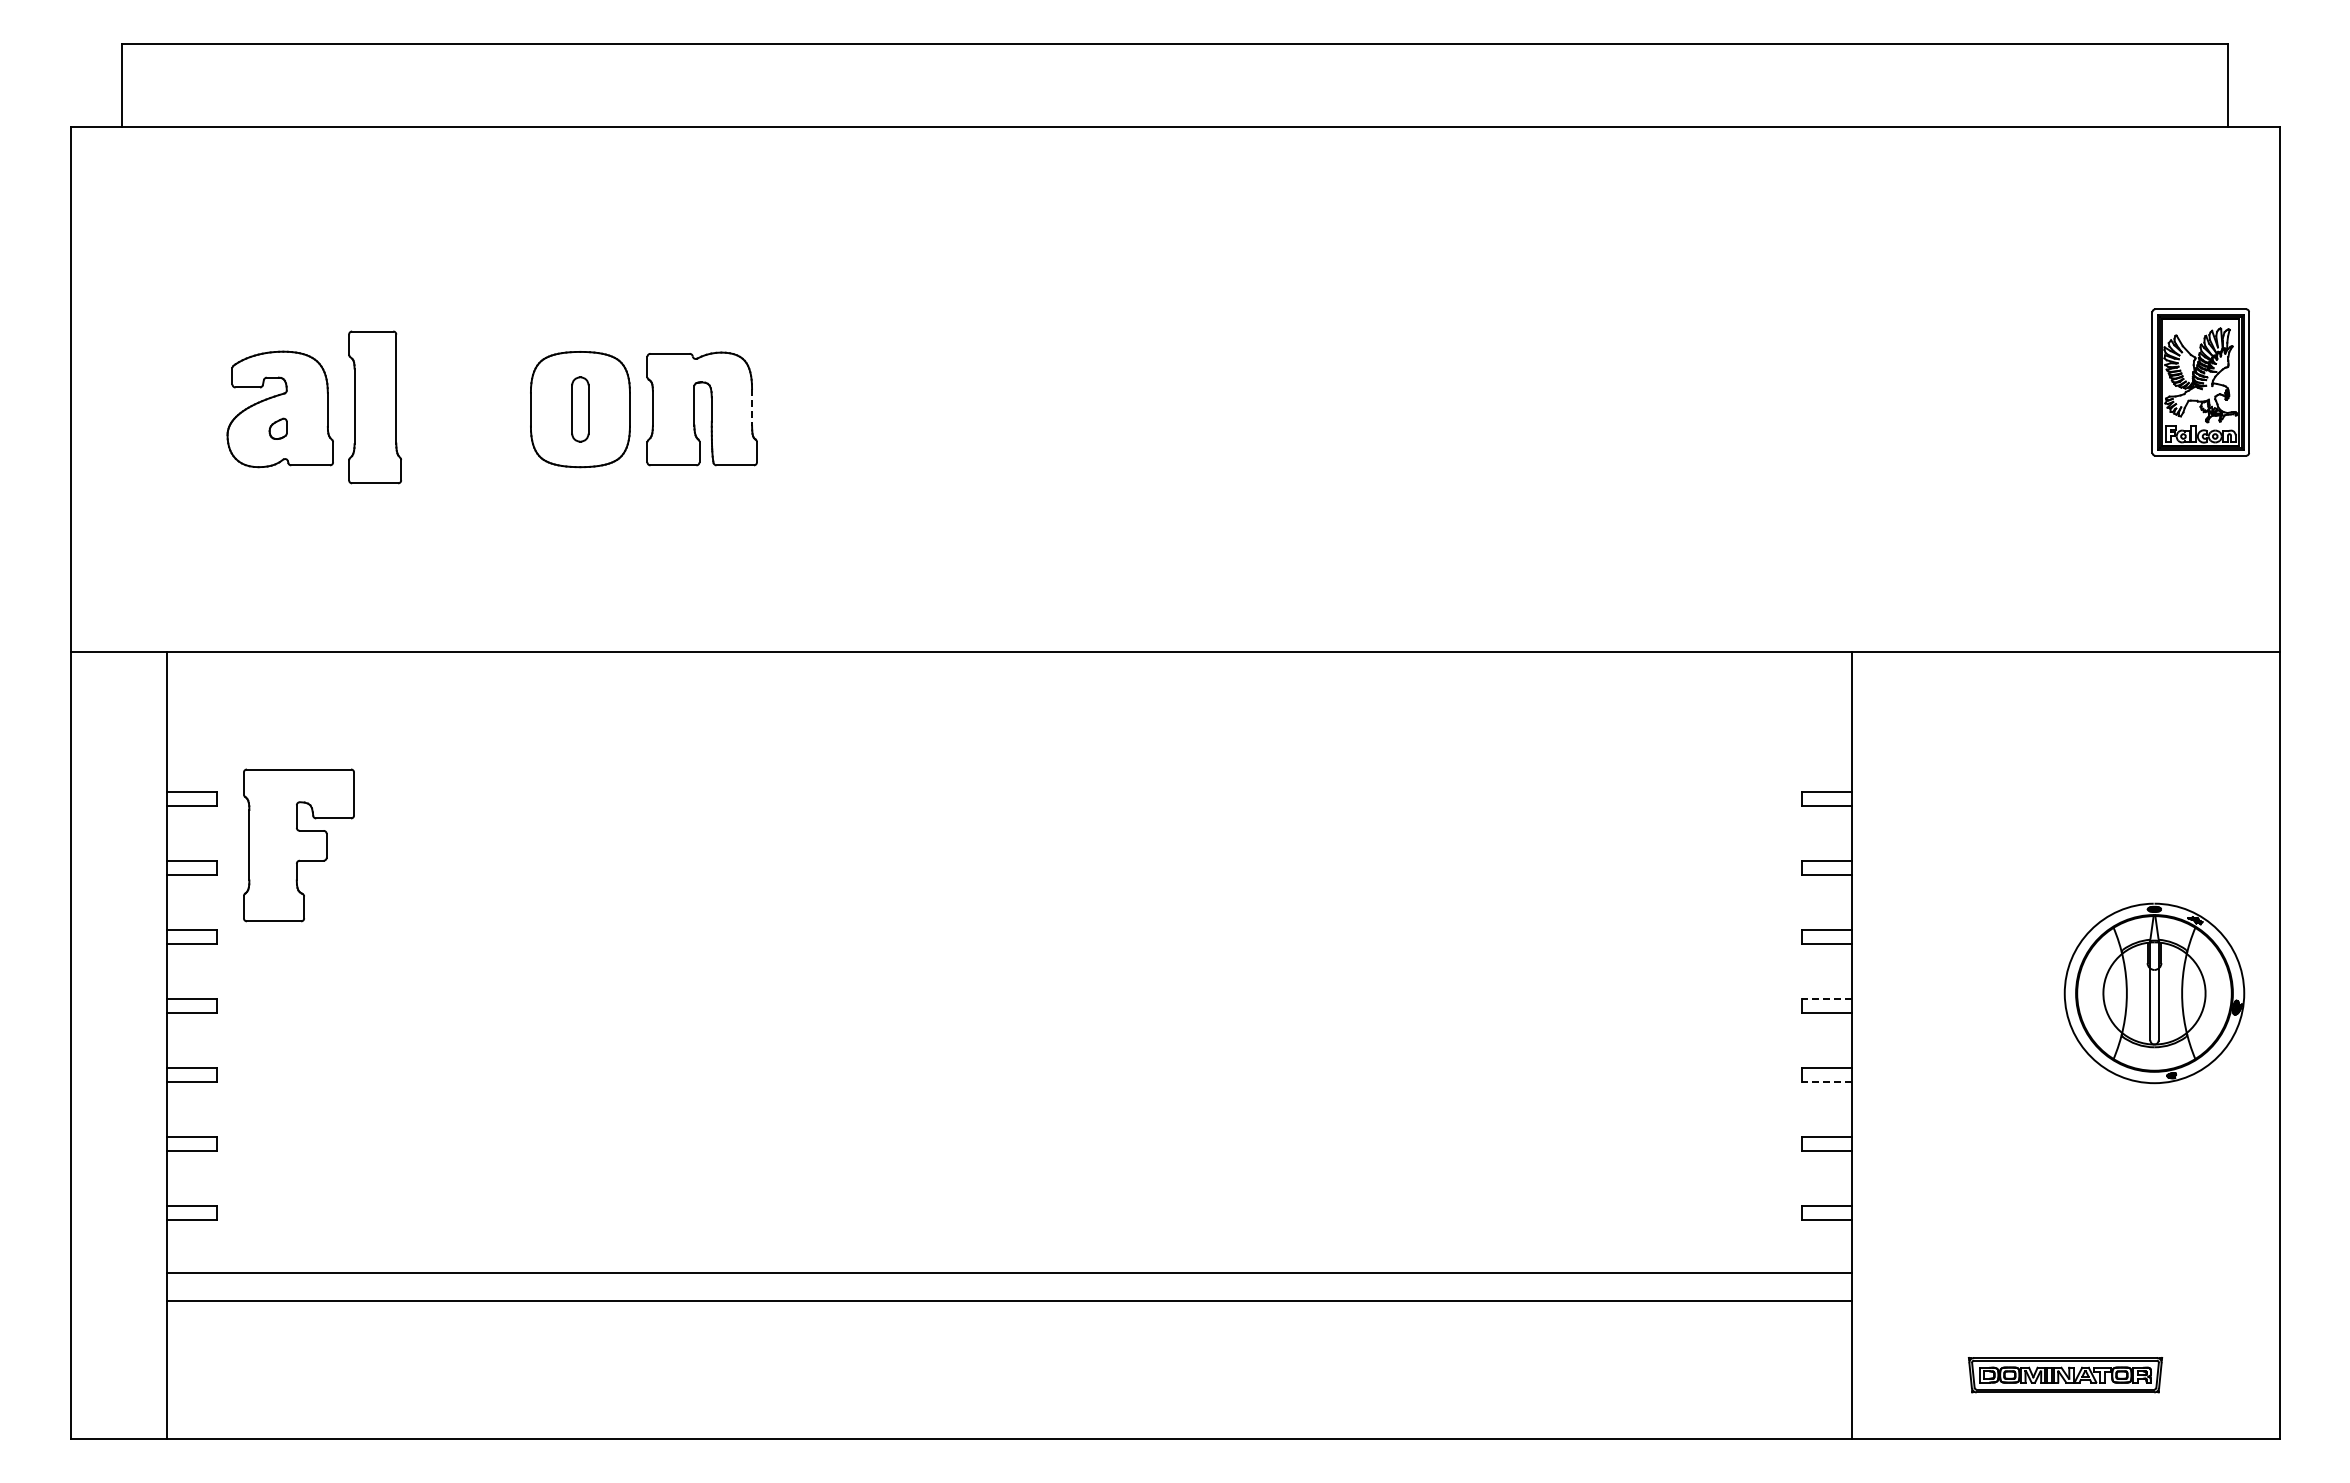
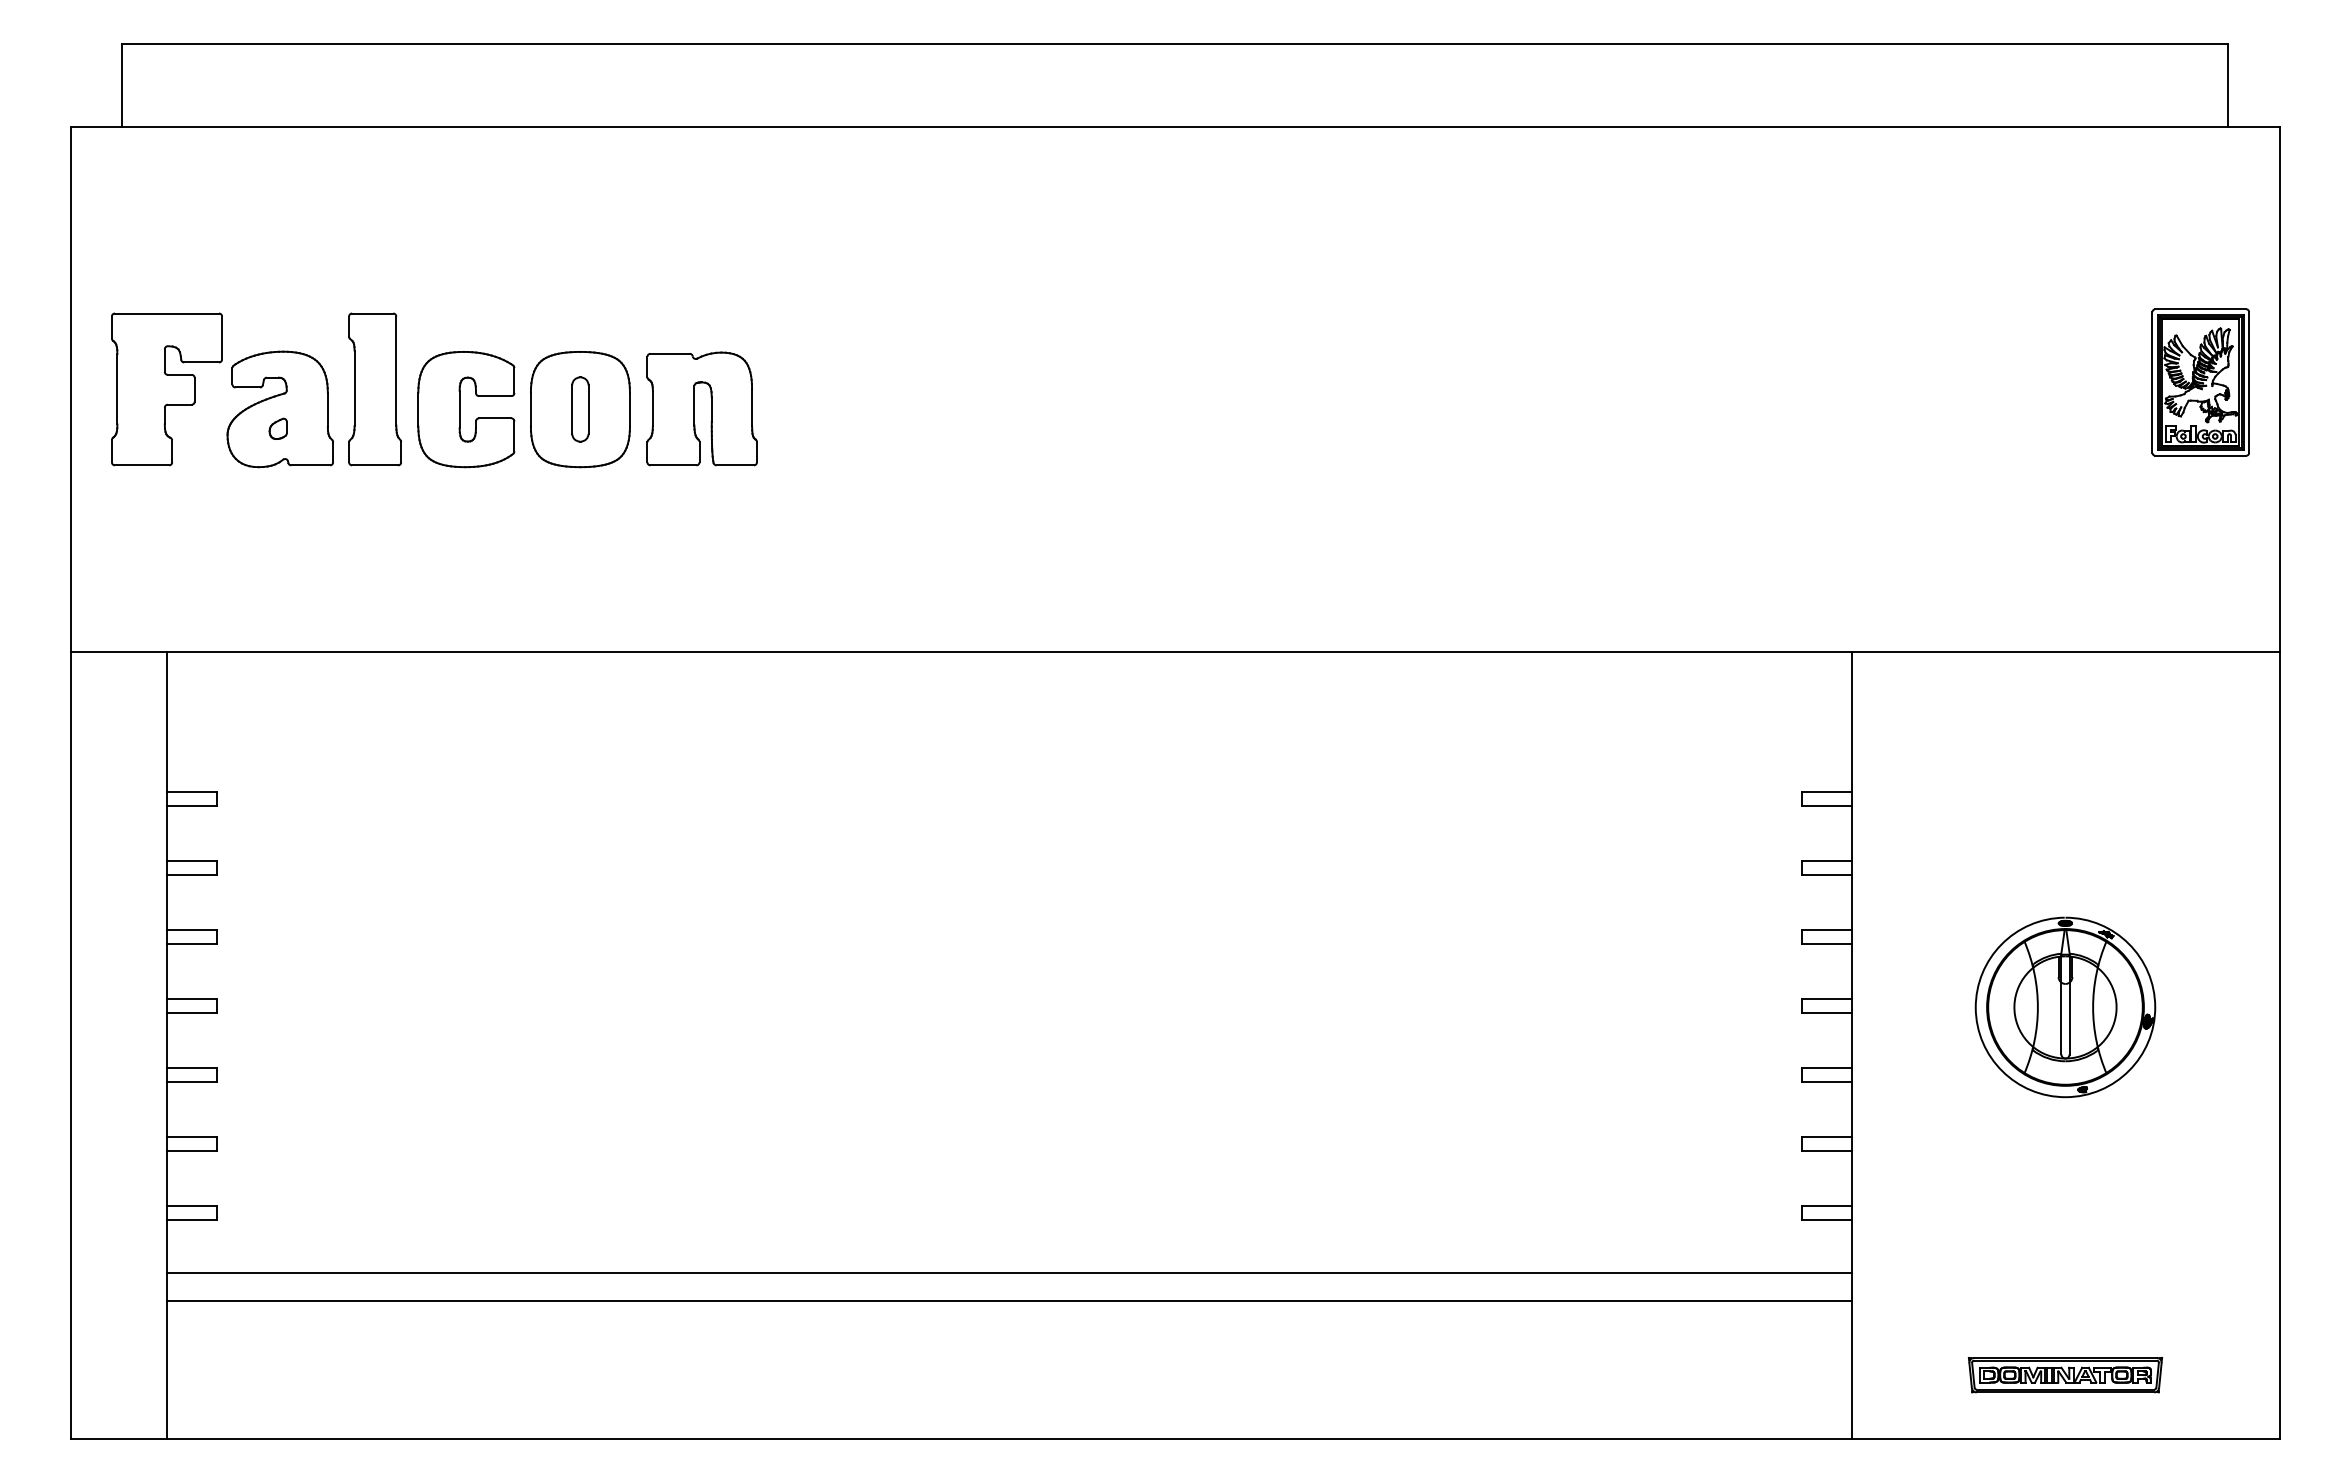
part at (374, 407) position: (374, 407) -> (374, 389)
line at (752, 407): dashed -> solid
part at (466, 409): none -> present
part at (298, 845) position: (298, 845) -> (166, 389)
part at (2154, 993) position: (2154, 993) -> (2065, 1007)
line at (1826, 999): dashed -> solid
line at (1826, 1082): dashed -> solid
